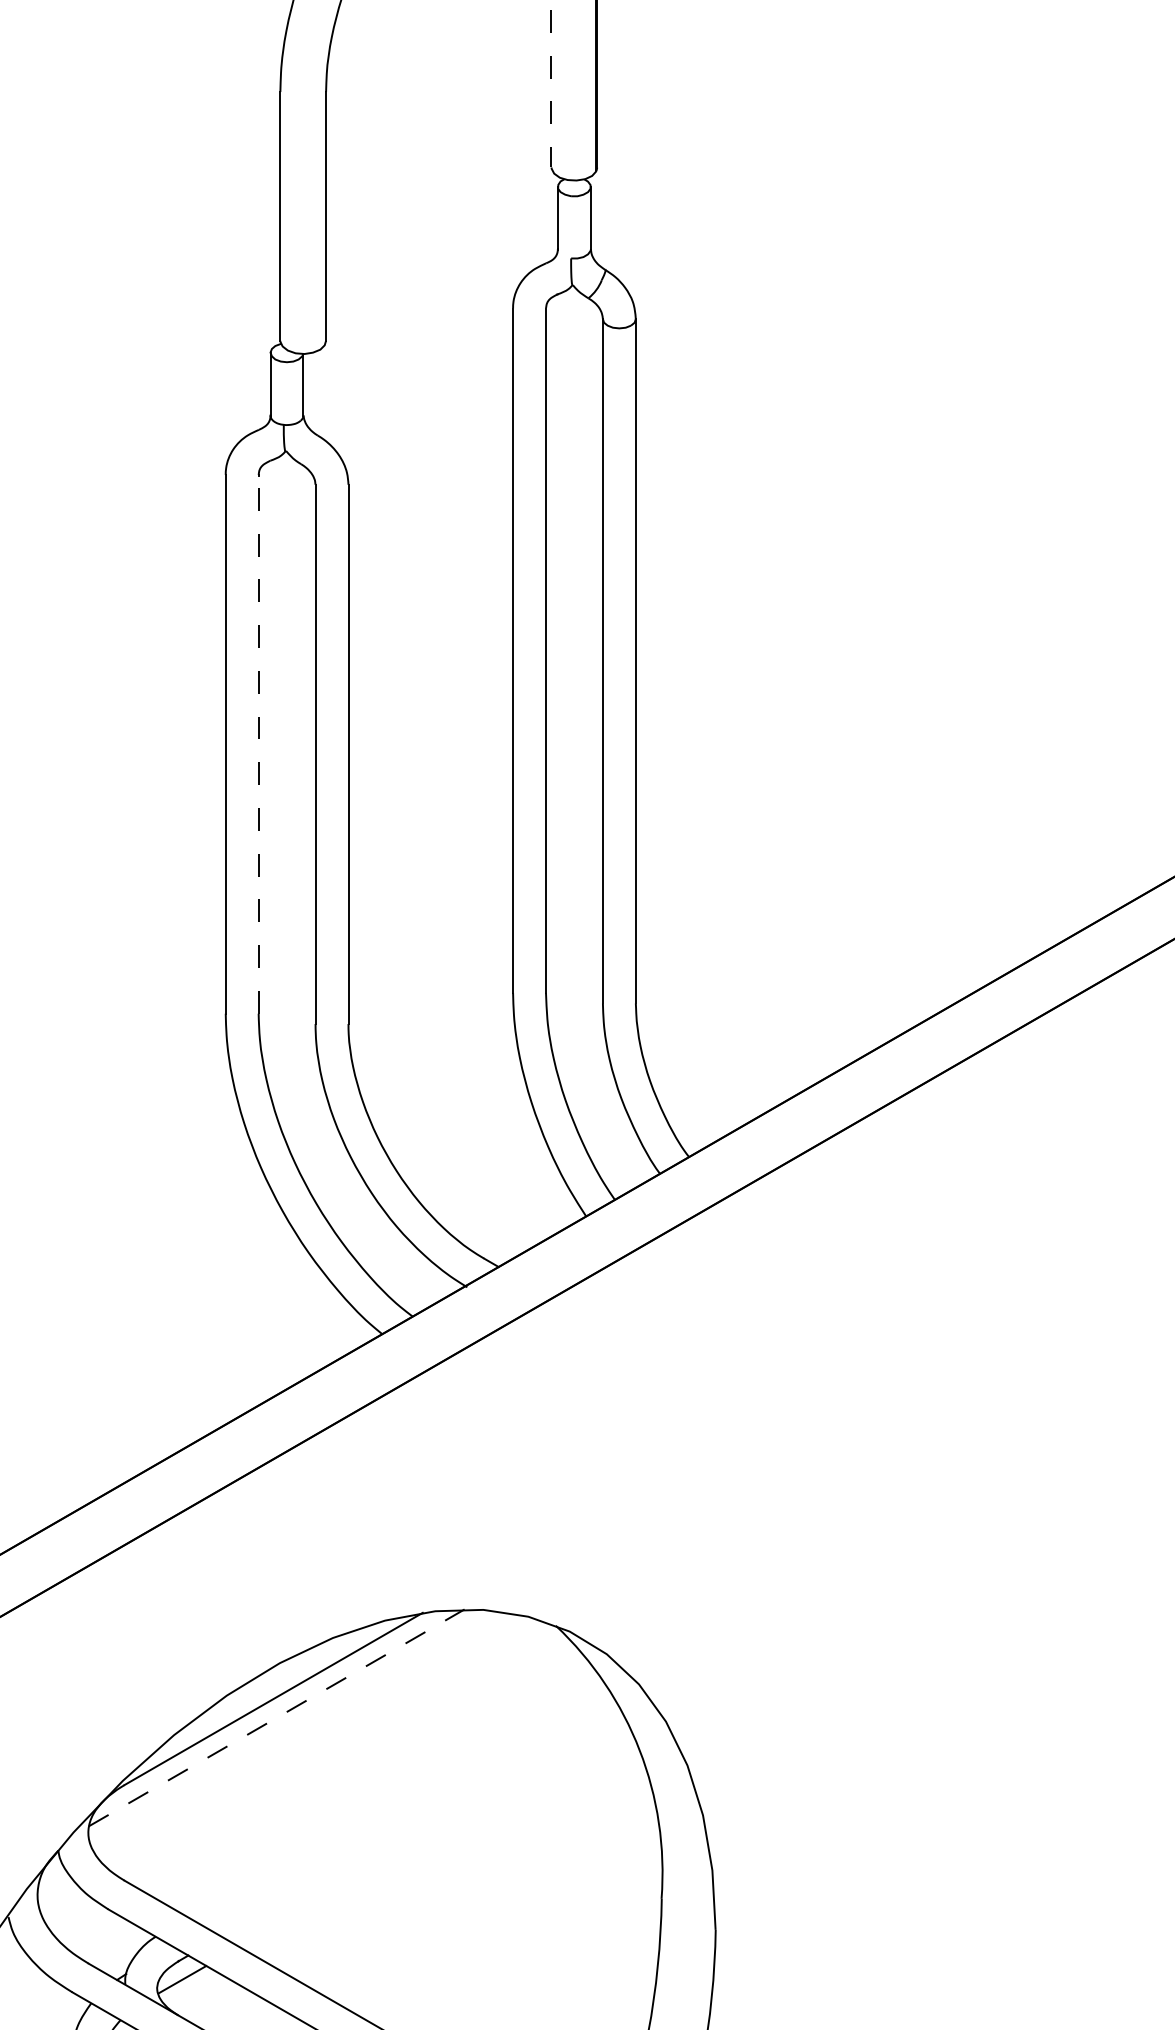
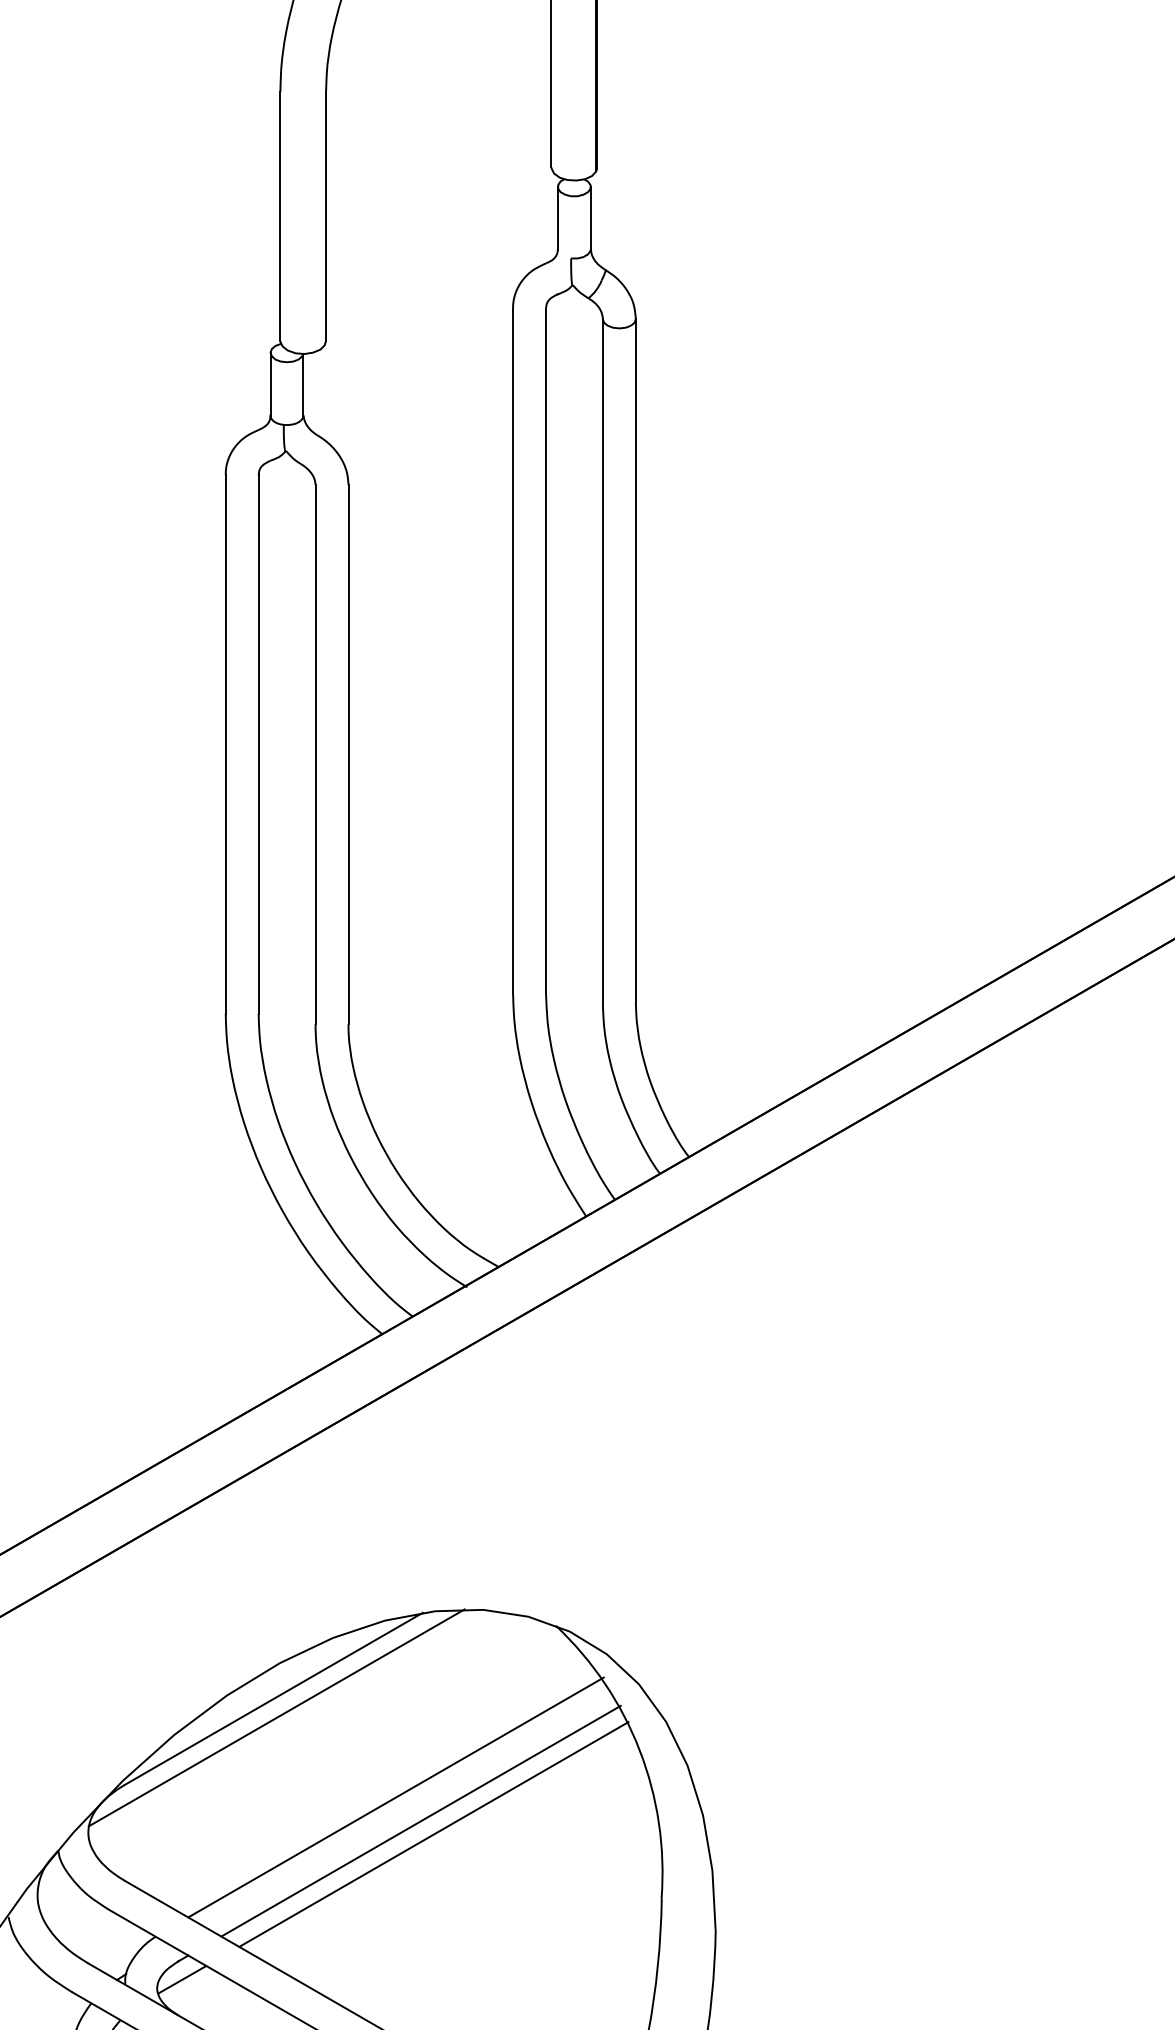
line at (551, 84): dashed -> solid
line at (258, 743): dashed -> solid
line at (276, 1717): dashed -> solid
line at (395, 1797): none -> present
line at (420, 1820): none -> present
line at (433, 1834): none -> present
